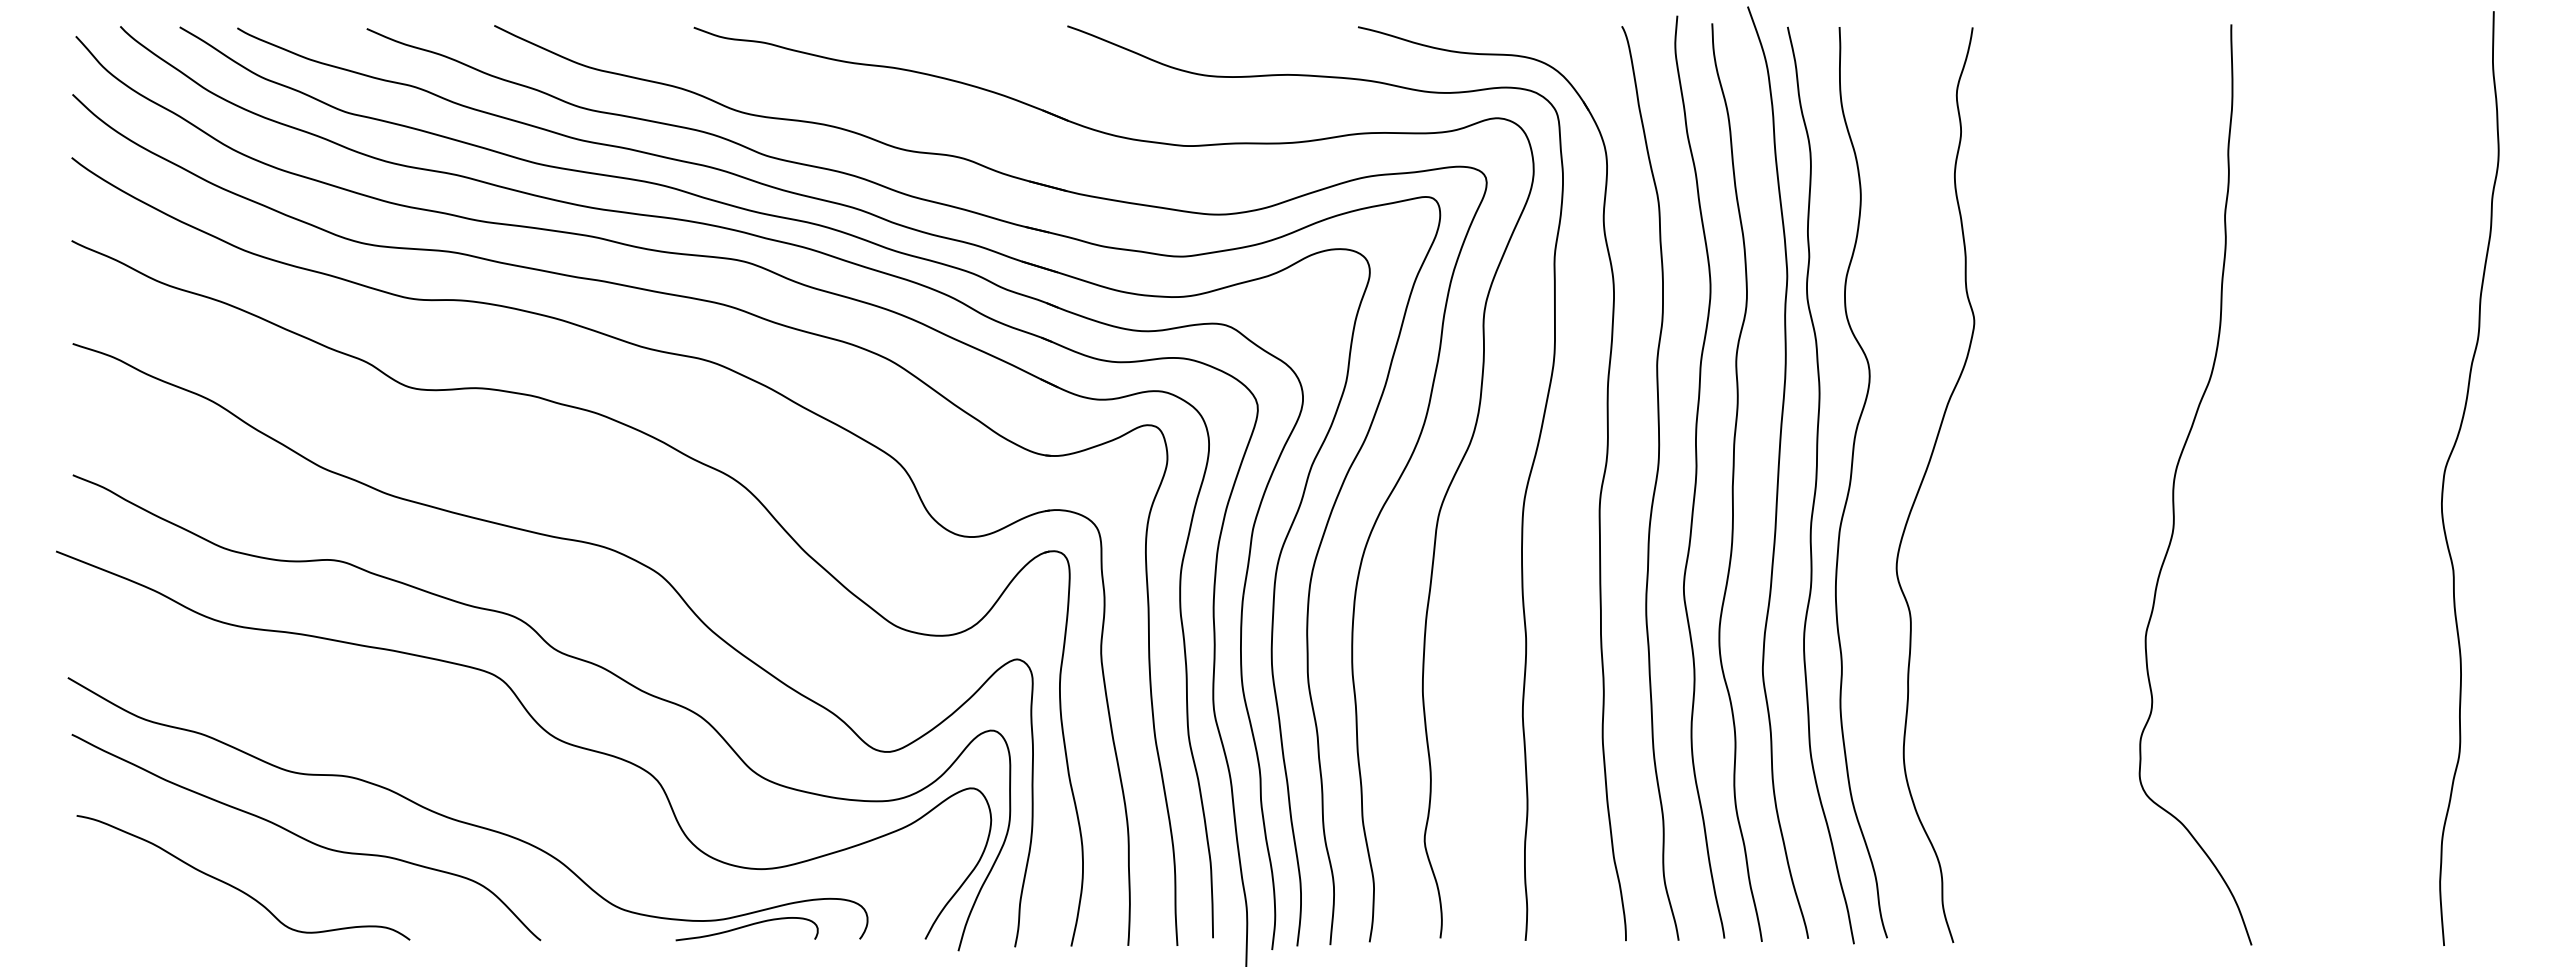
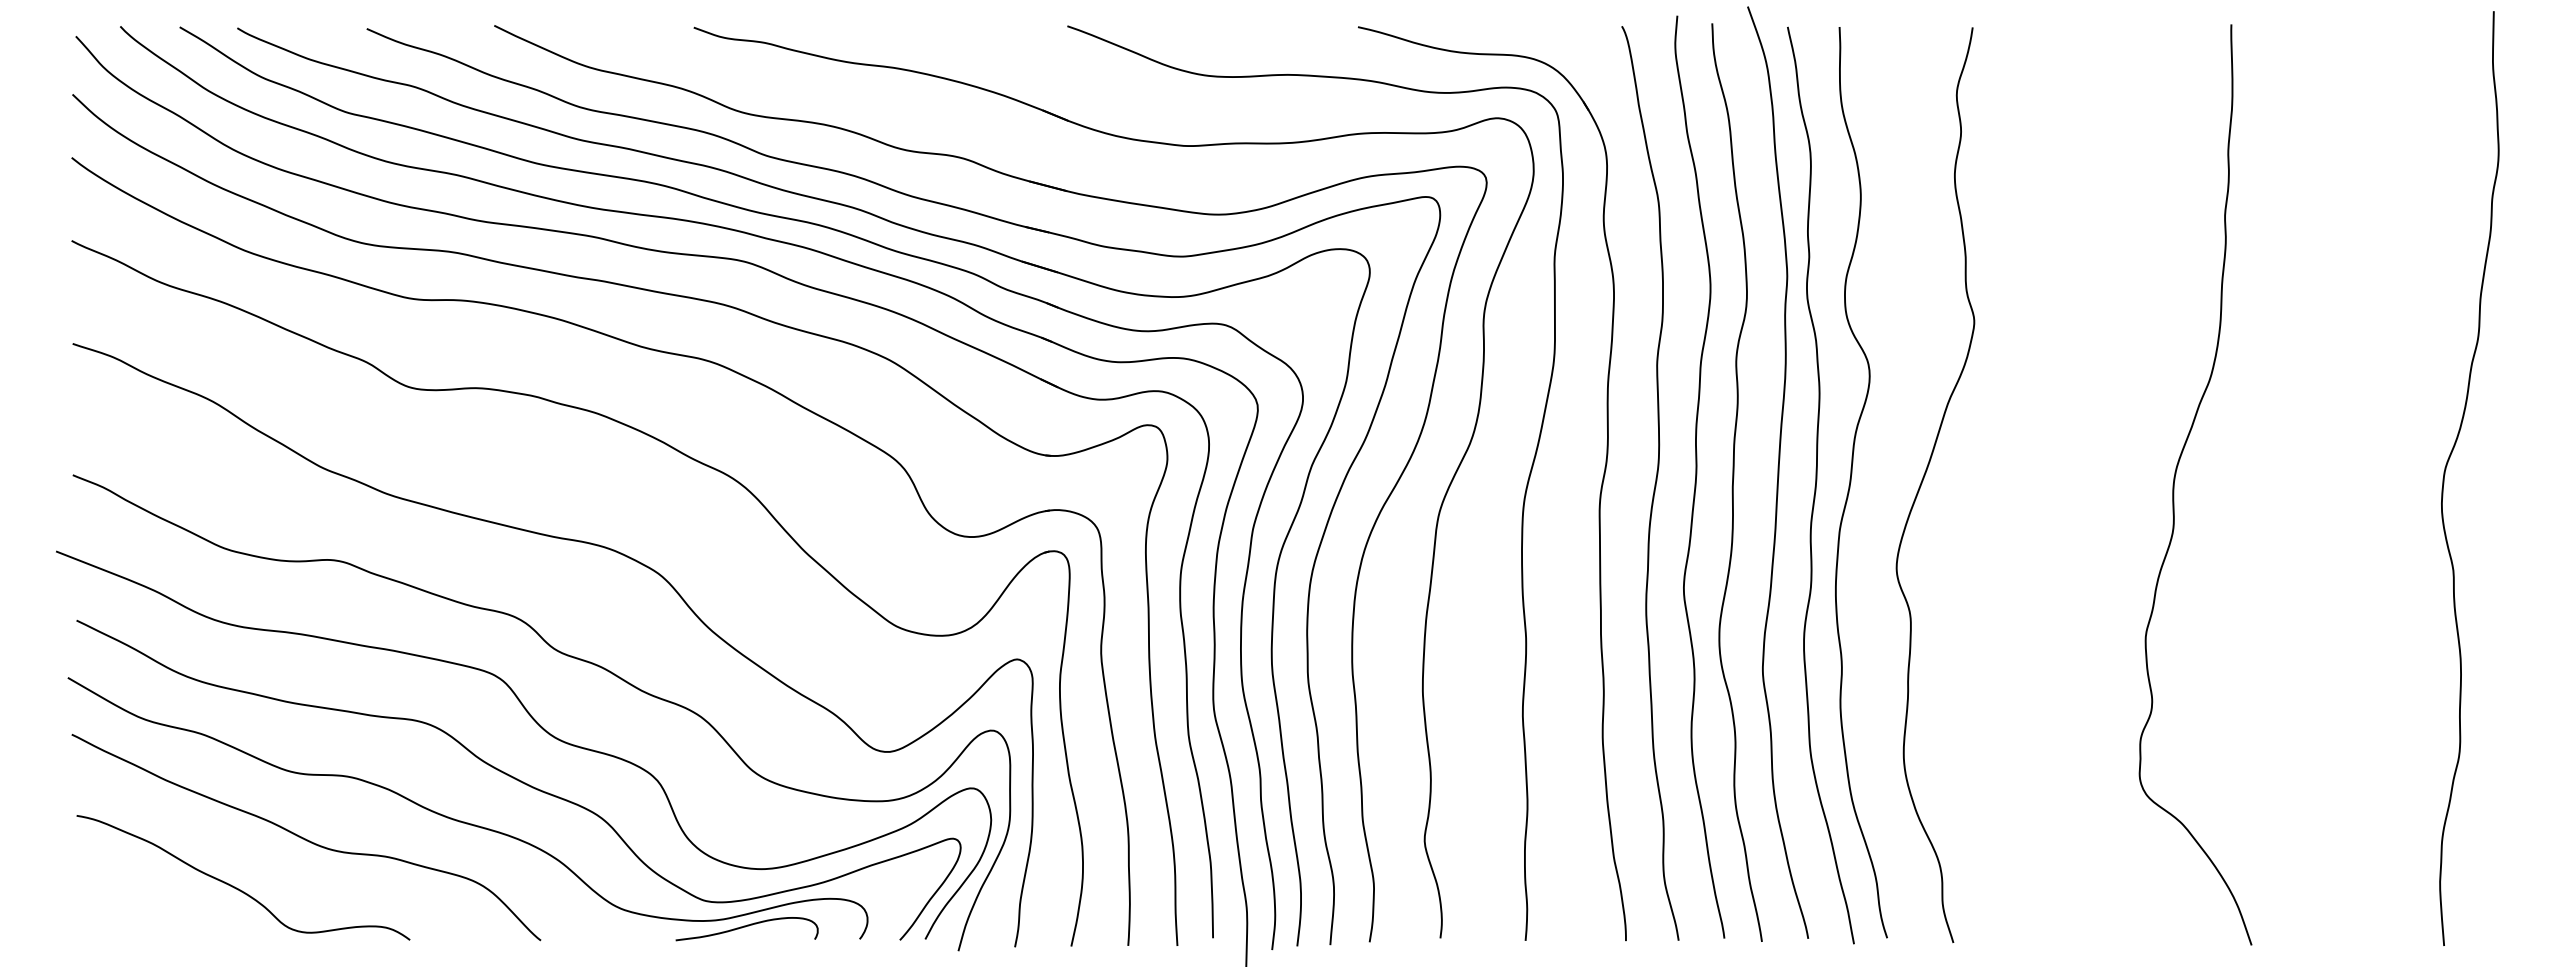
curve at (518, 779): none -> present
